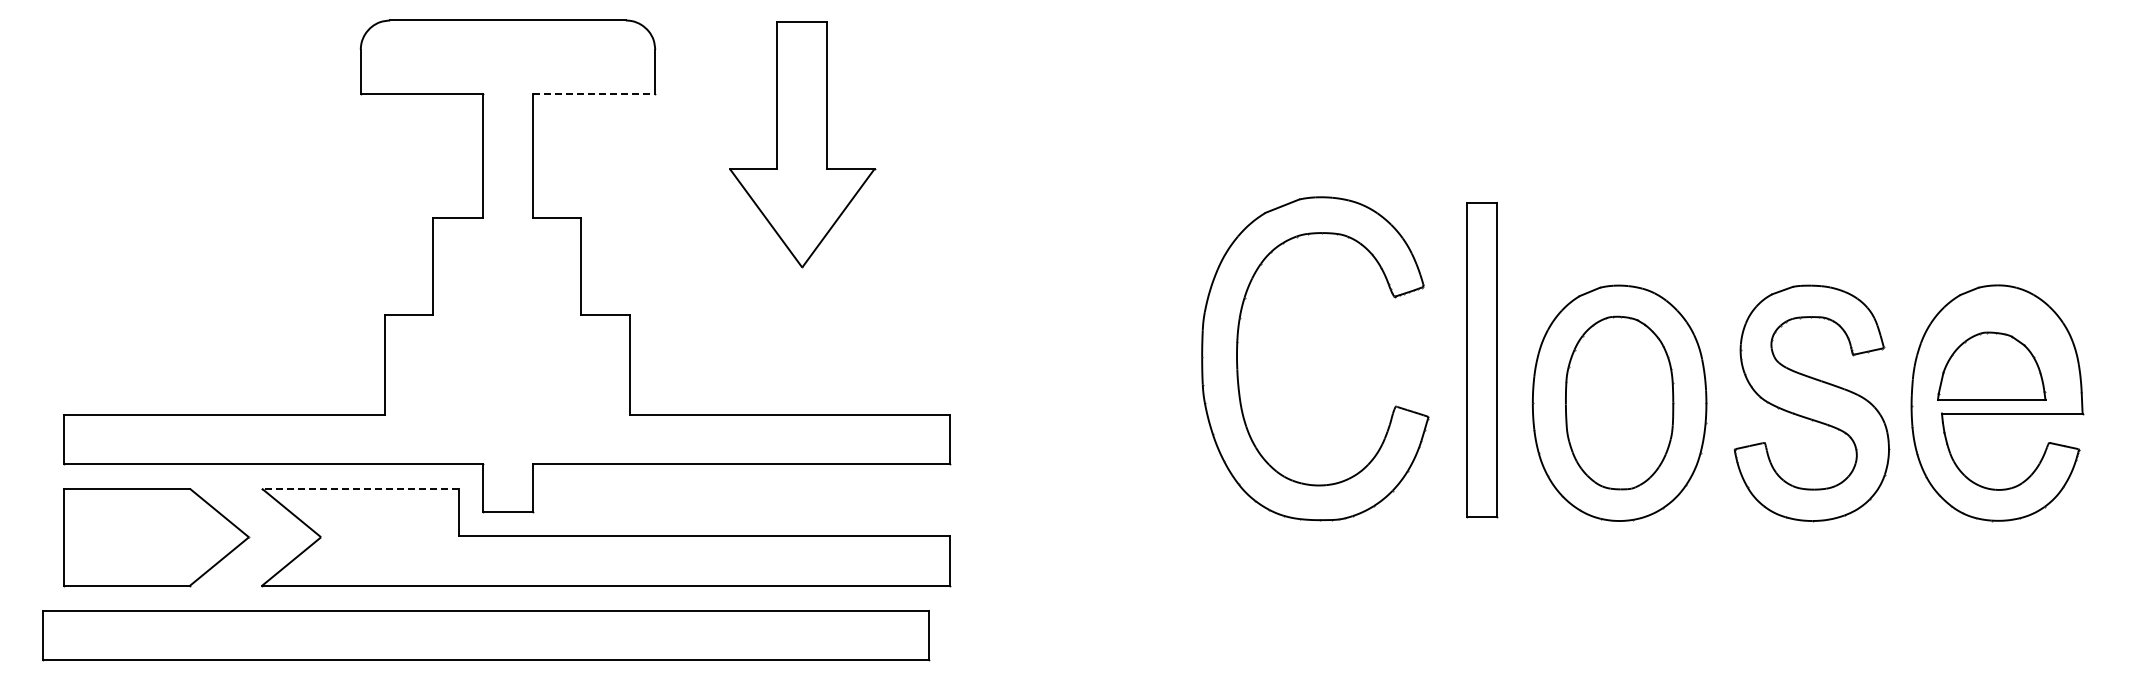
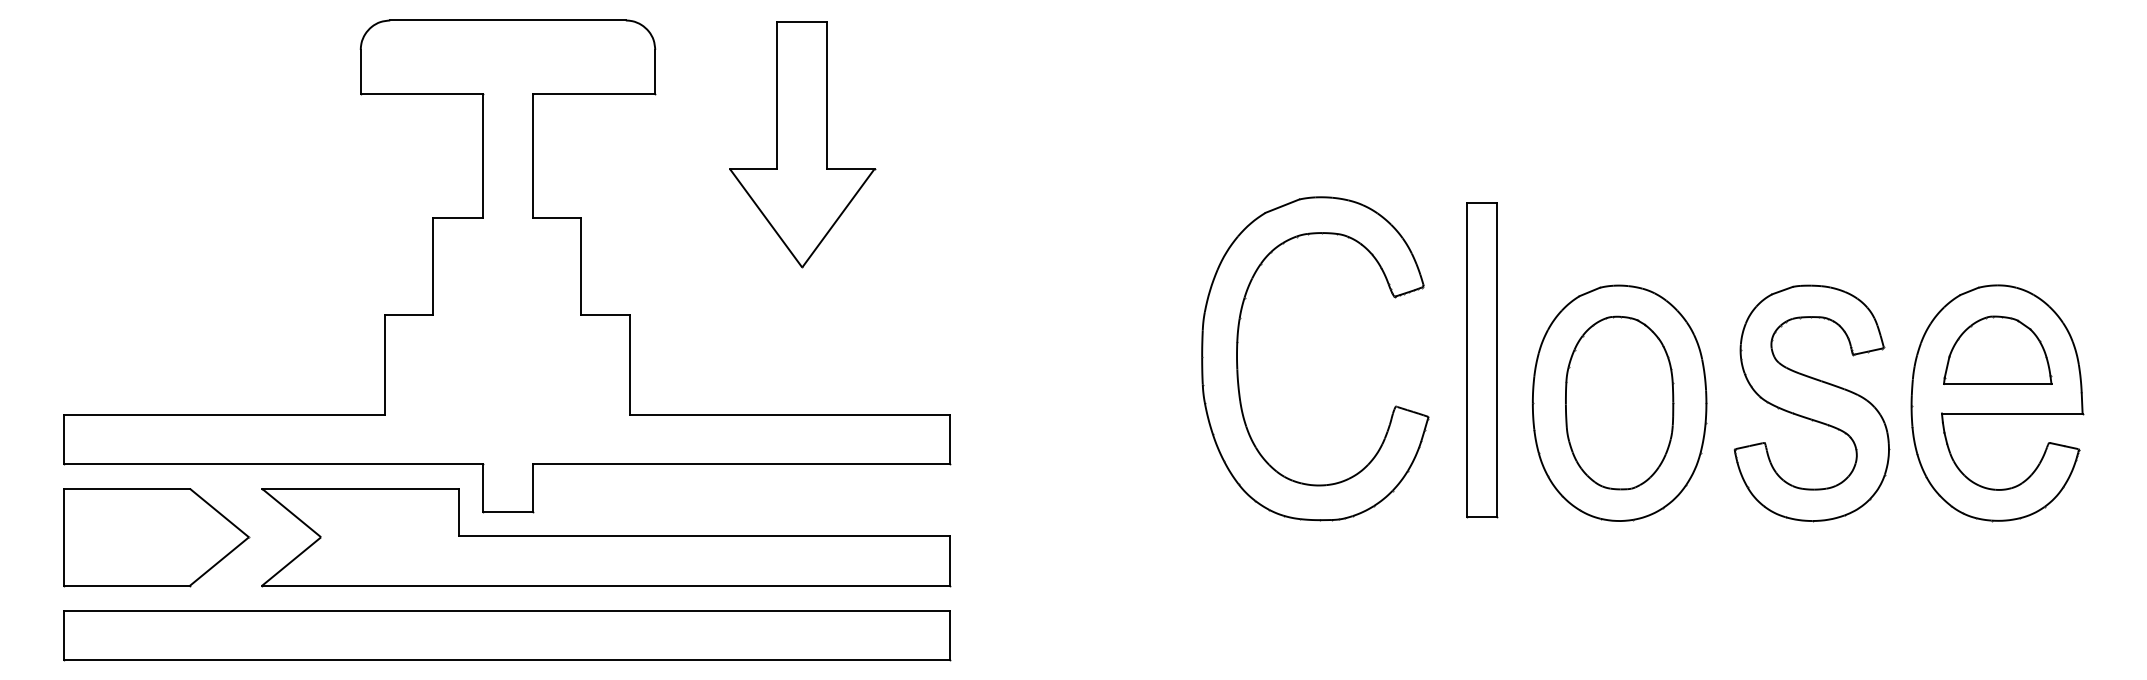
line at (594, 93): dashed -> solid
part at (1991, 365) position: (1991, 365) -> (1997, 349)
line at (360, 488): dashed -> solid
part at (486, 635) position: (486, 635) -> (507, 635)
